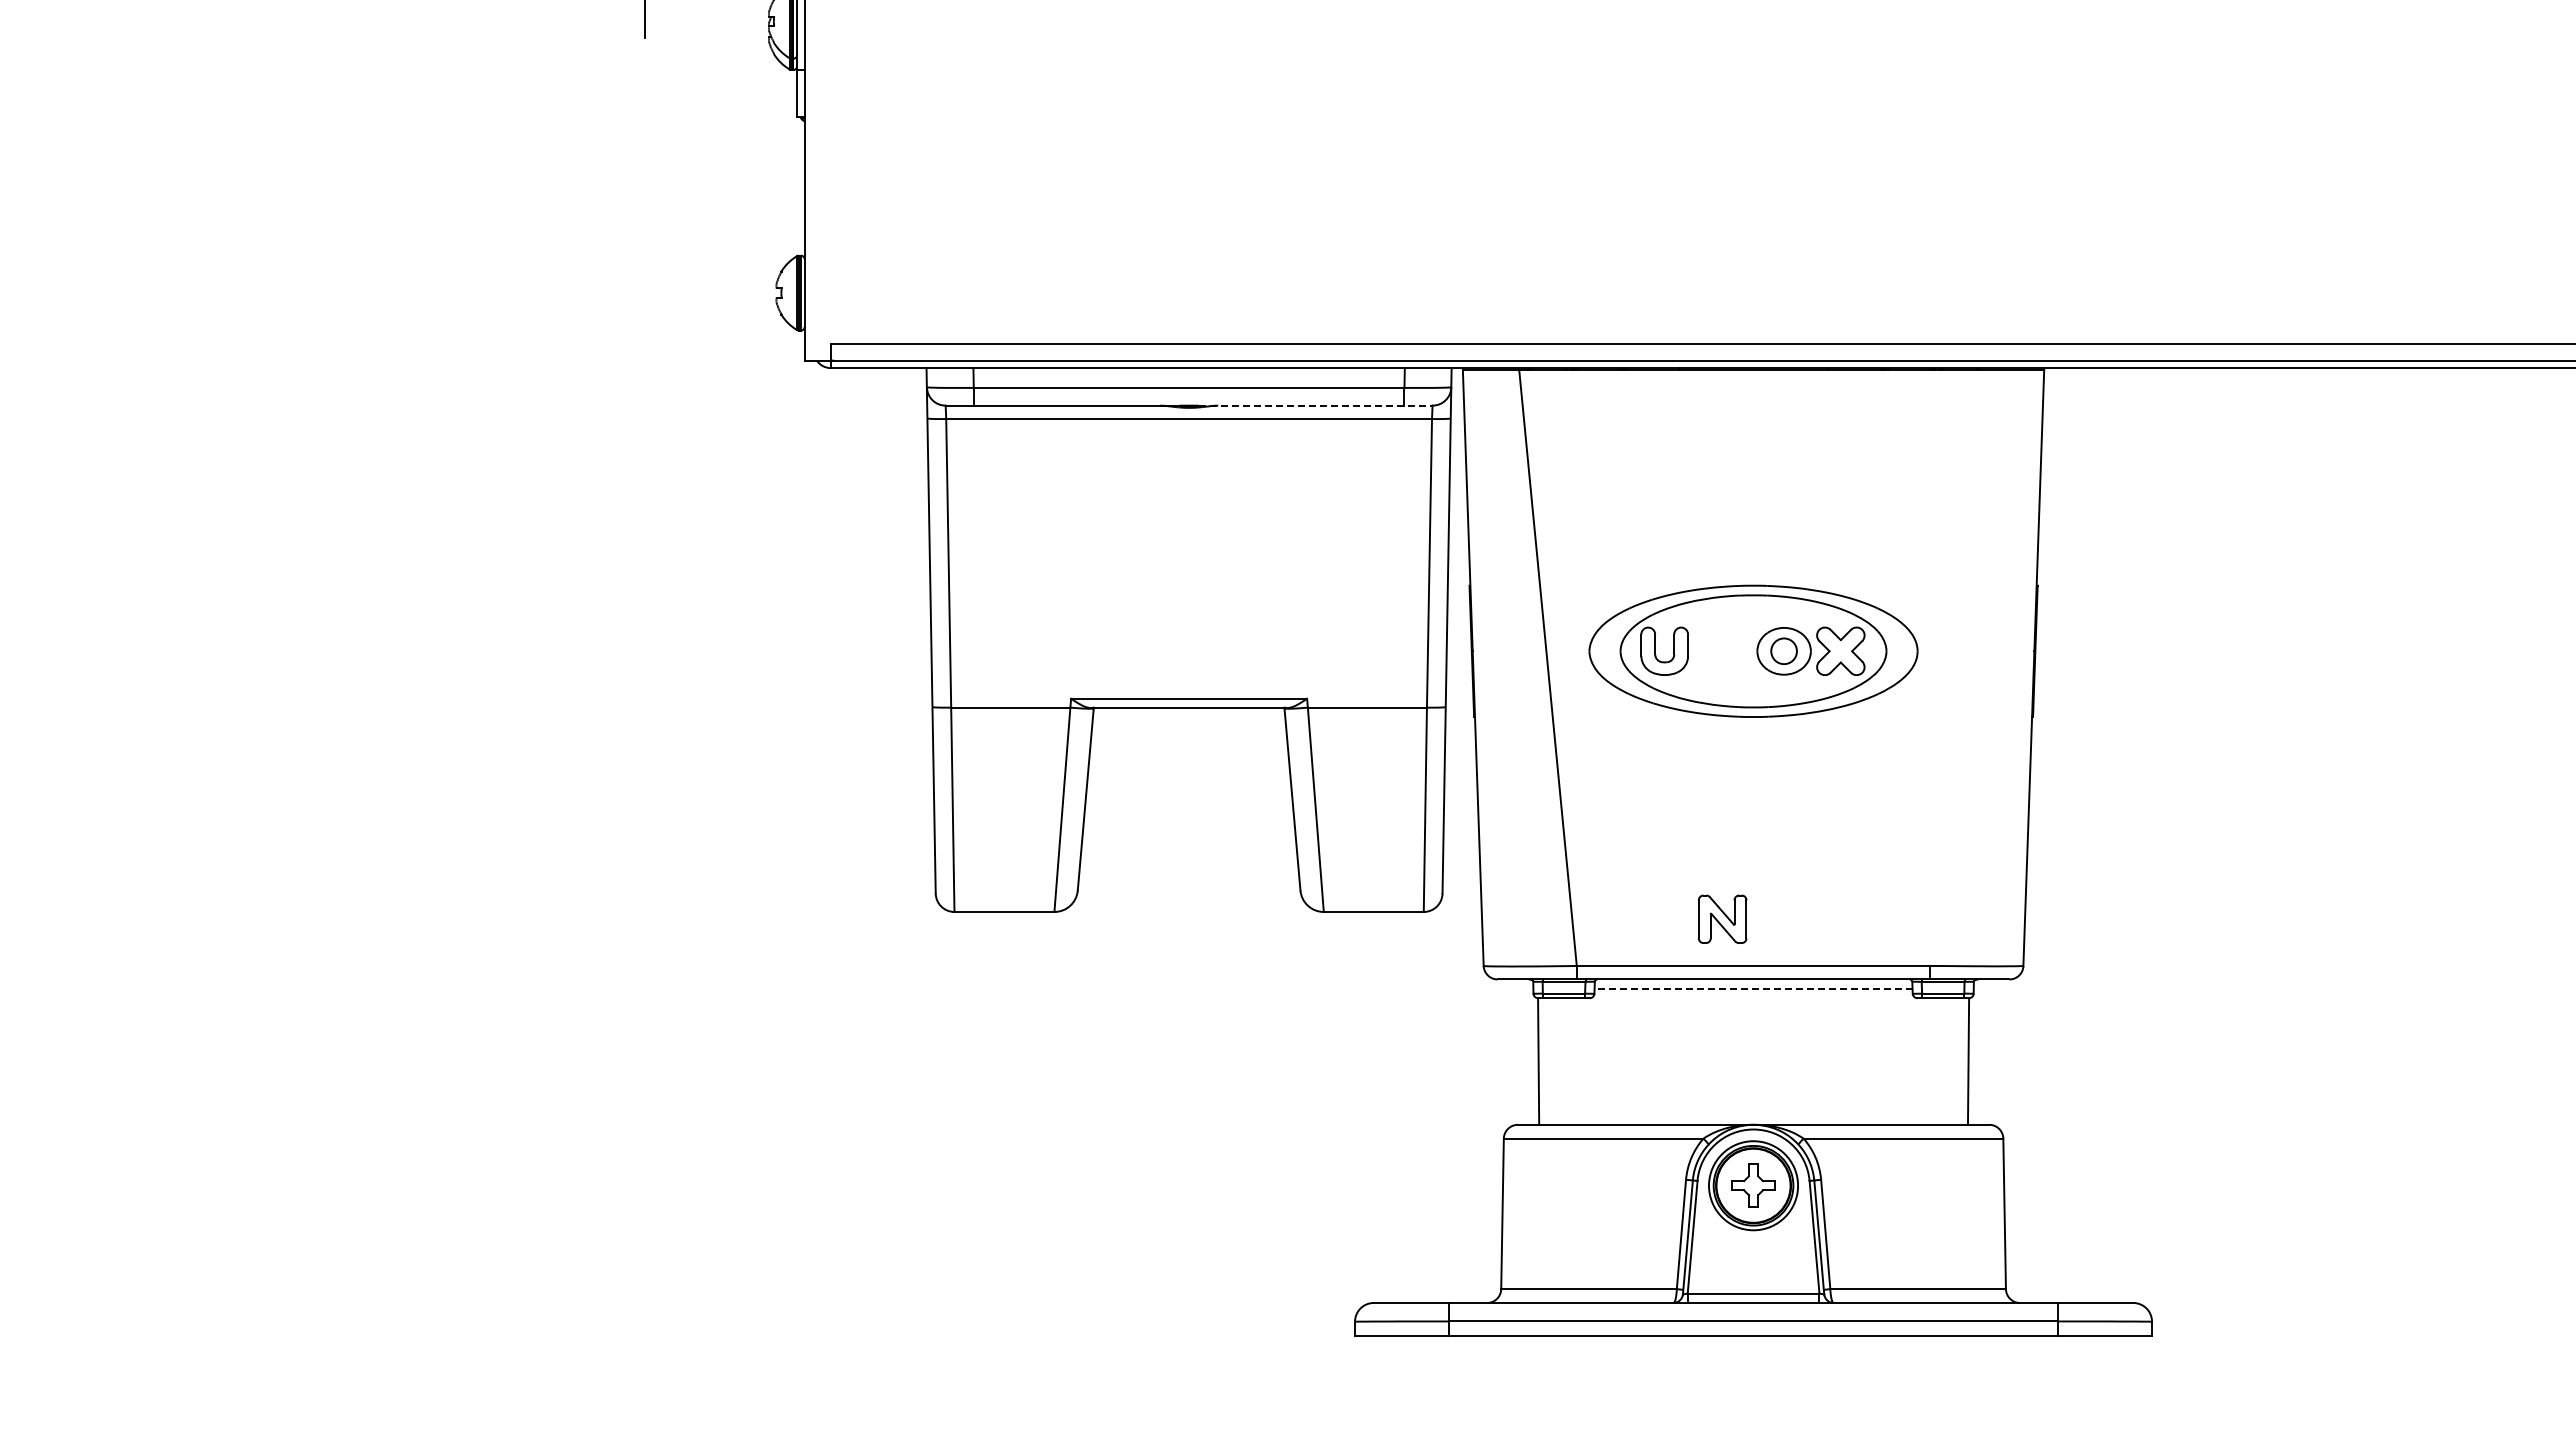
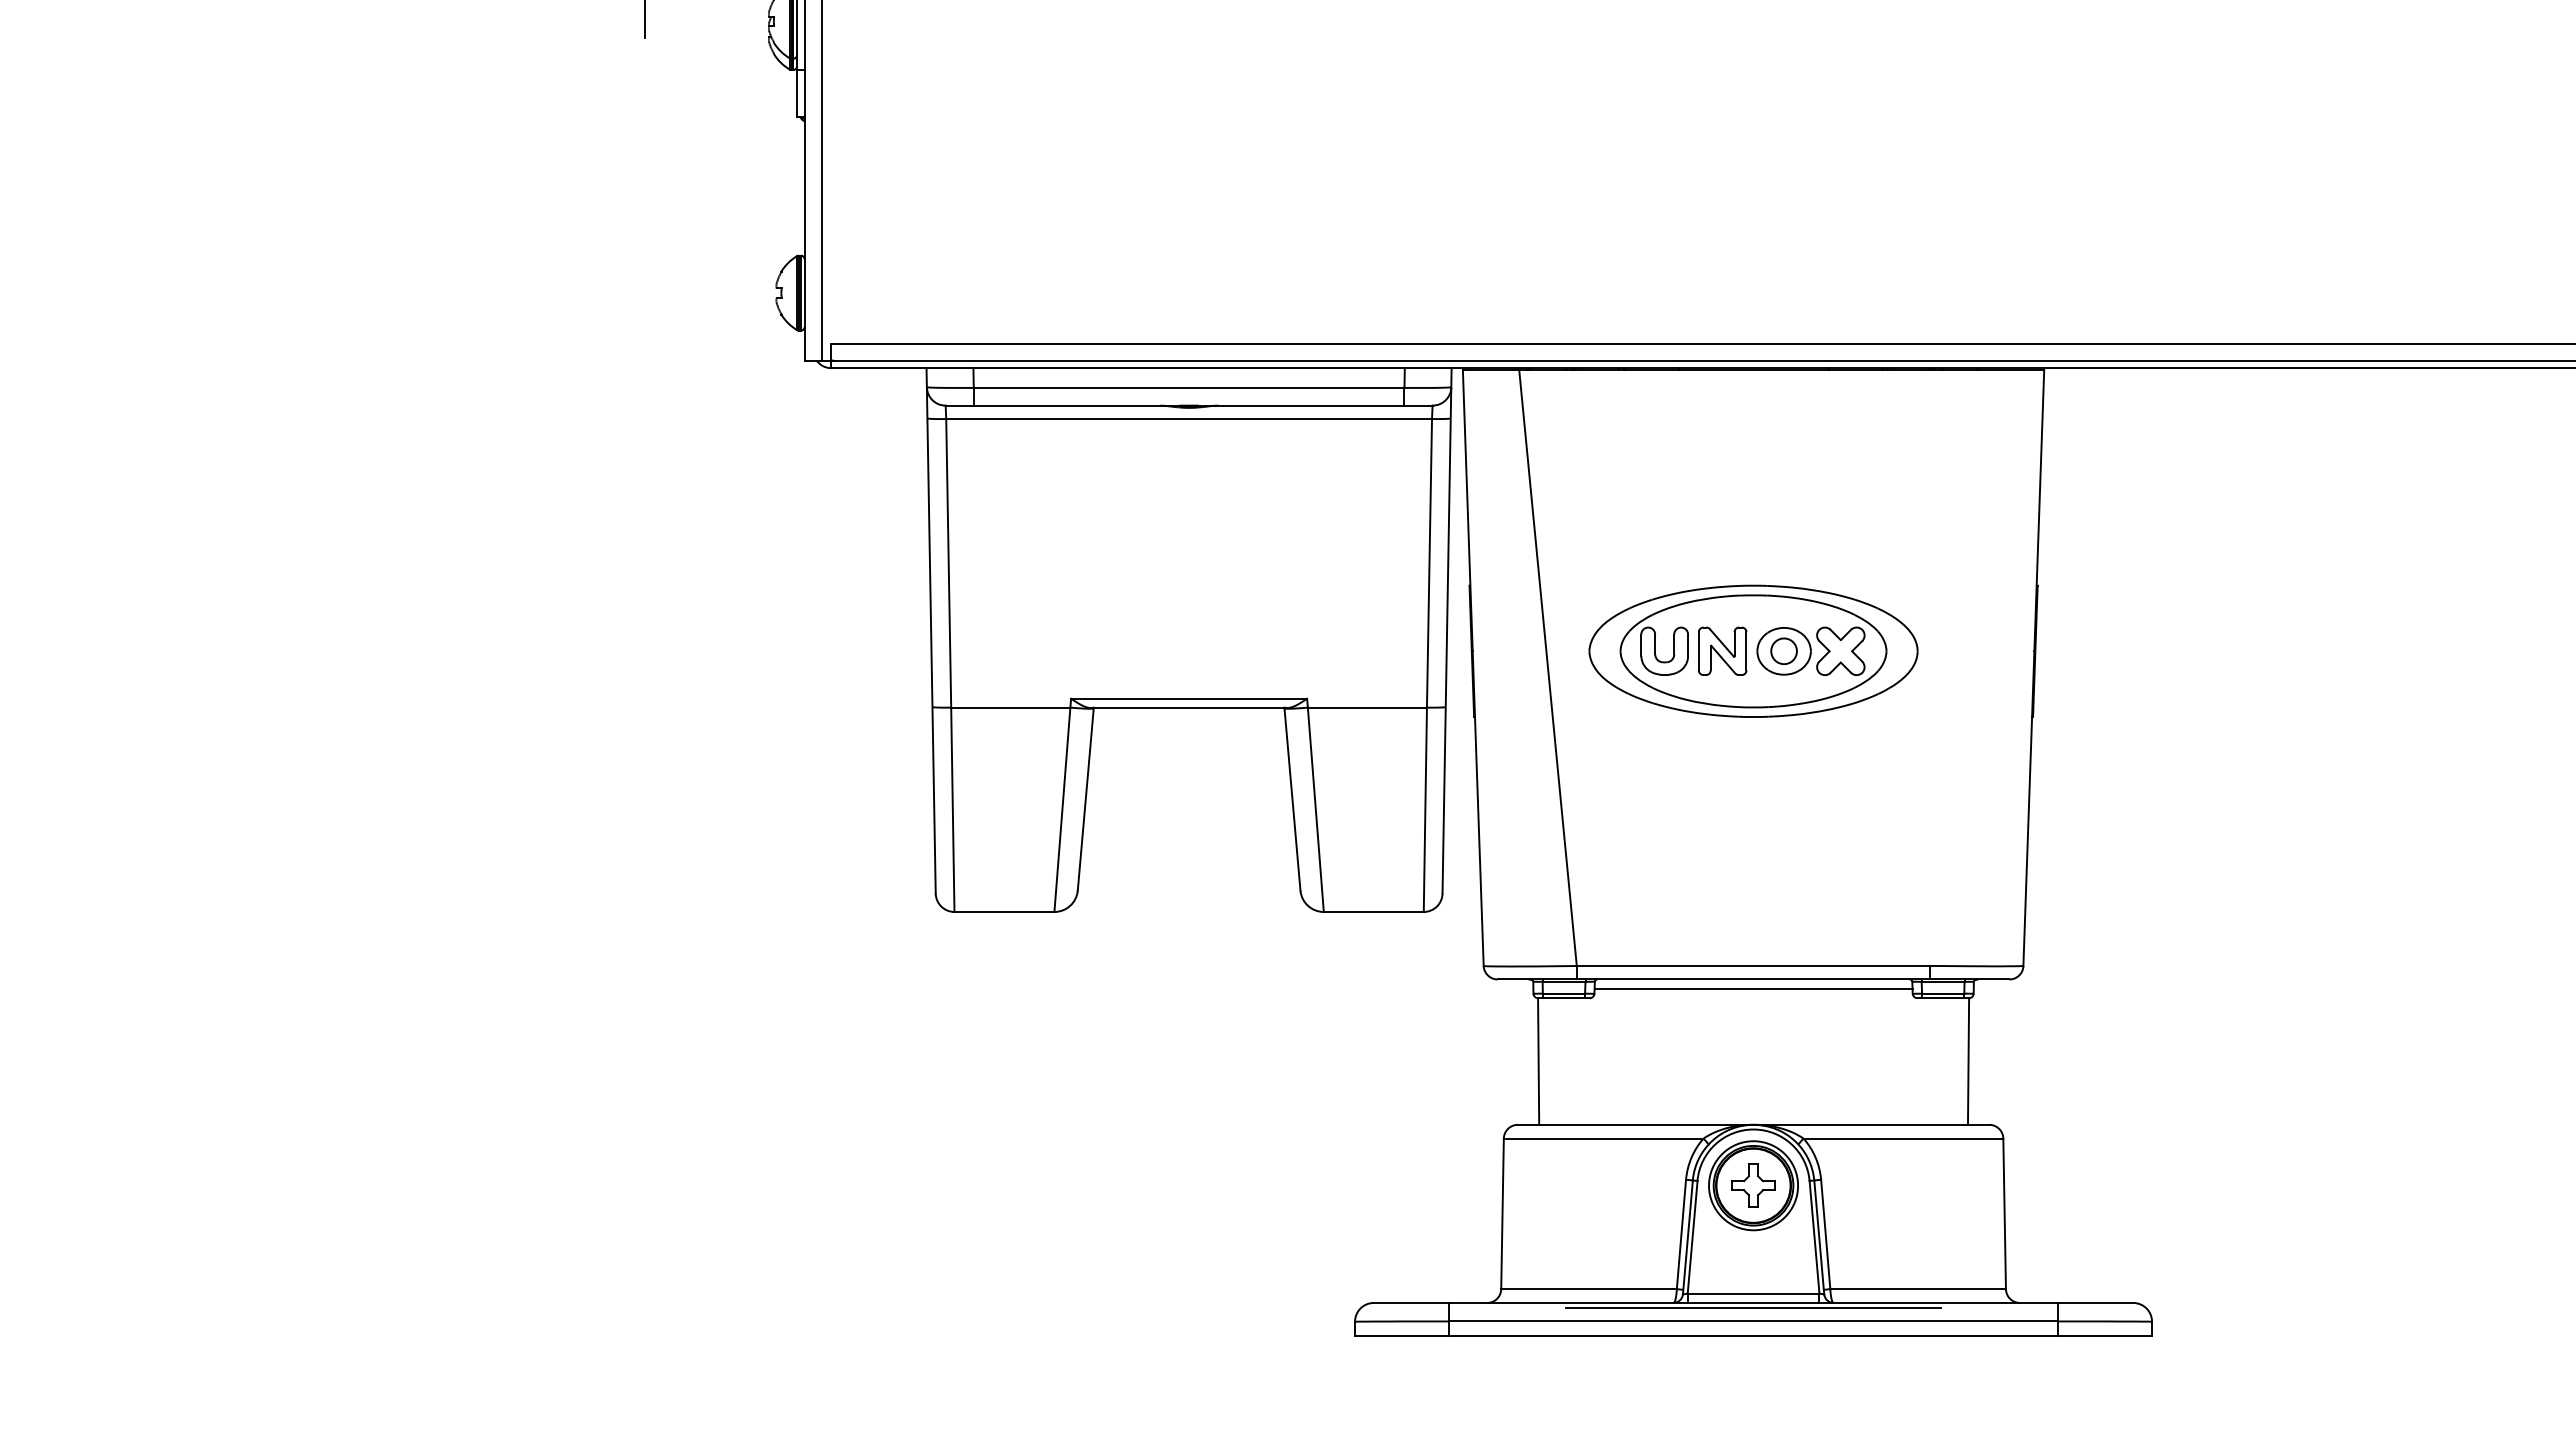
line at (821, 181): none -> present
line at (1315, 405): dashed -> solid
part at (1722, 918) position: (1722, 918) -> (1722, 650)
line at (1753, 988): dashed -> solid
line at (1753, 1307): none -> present
